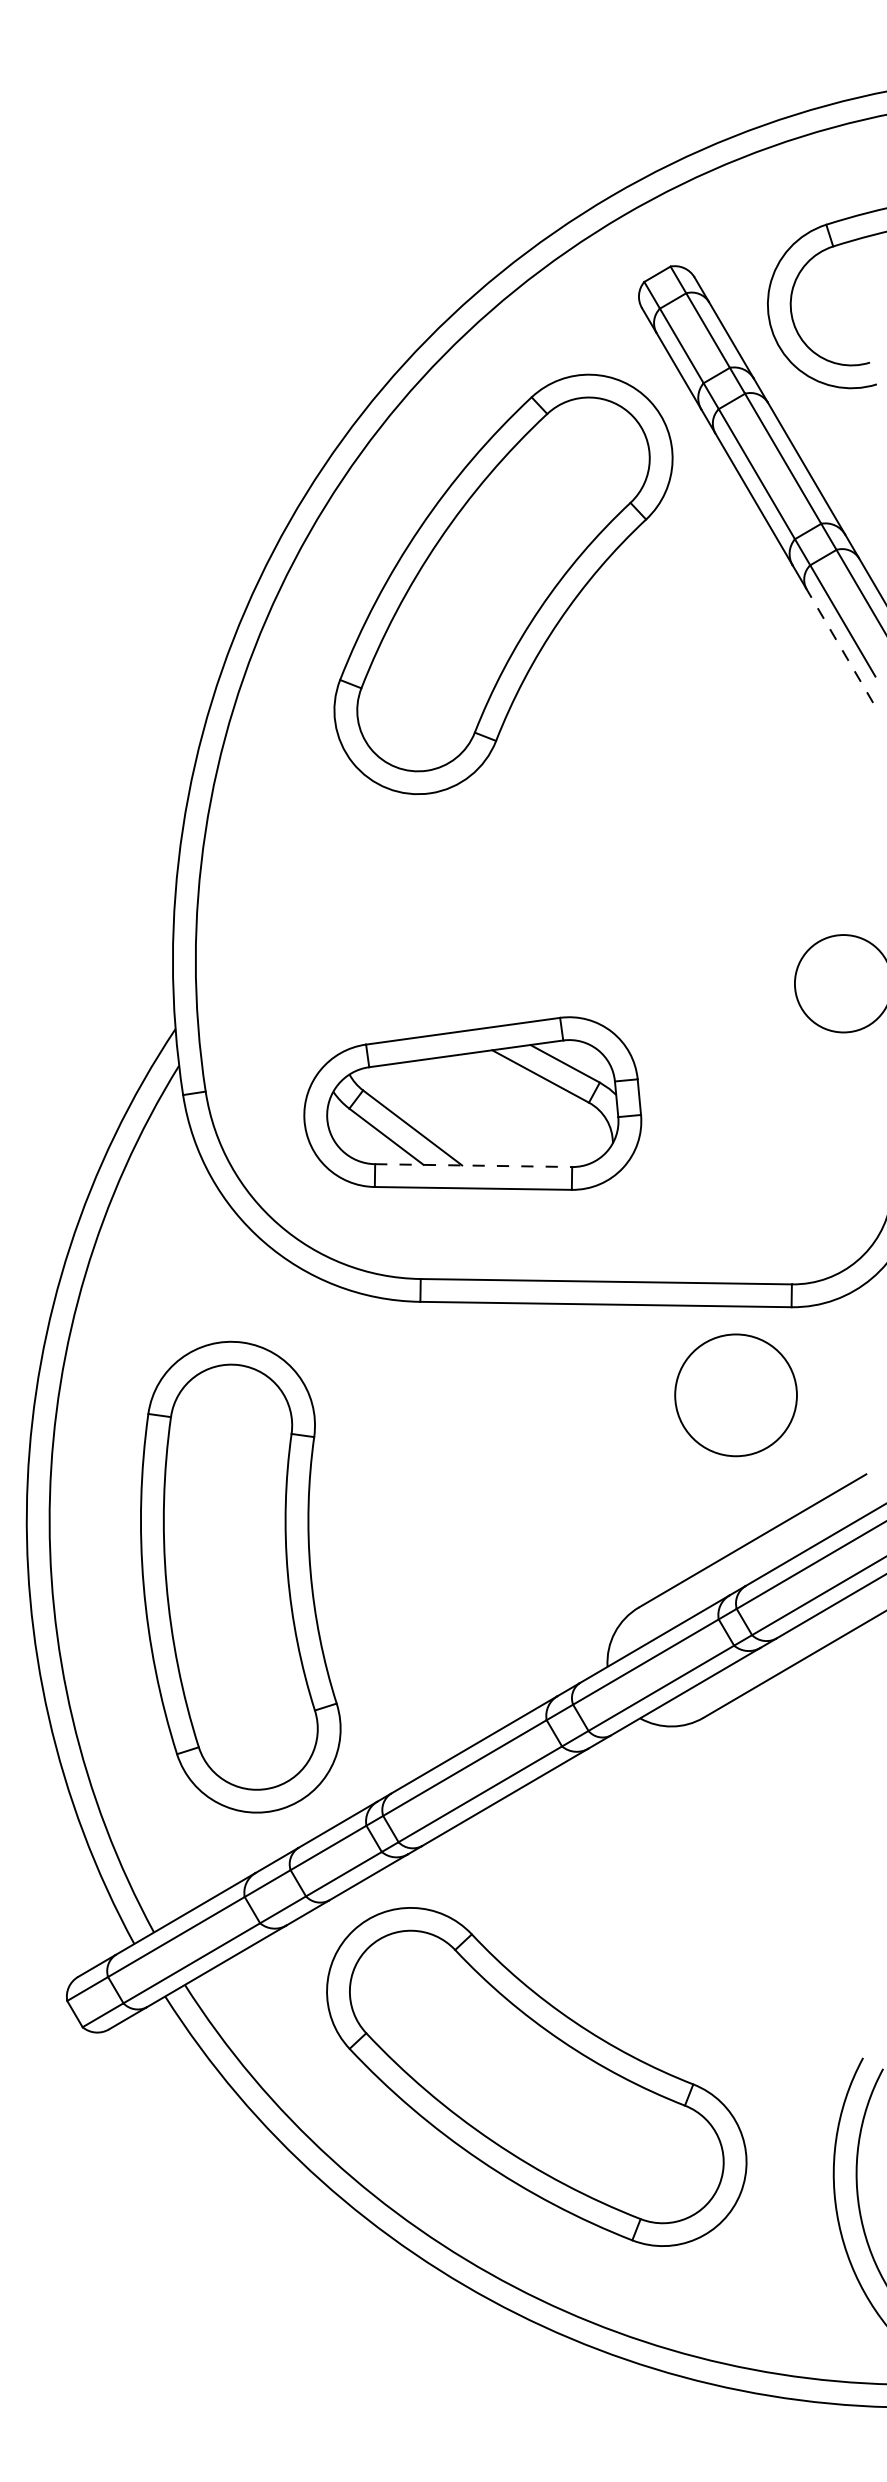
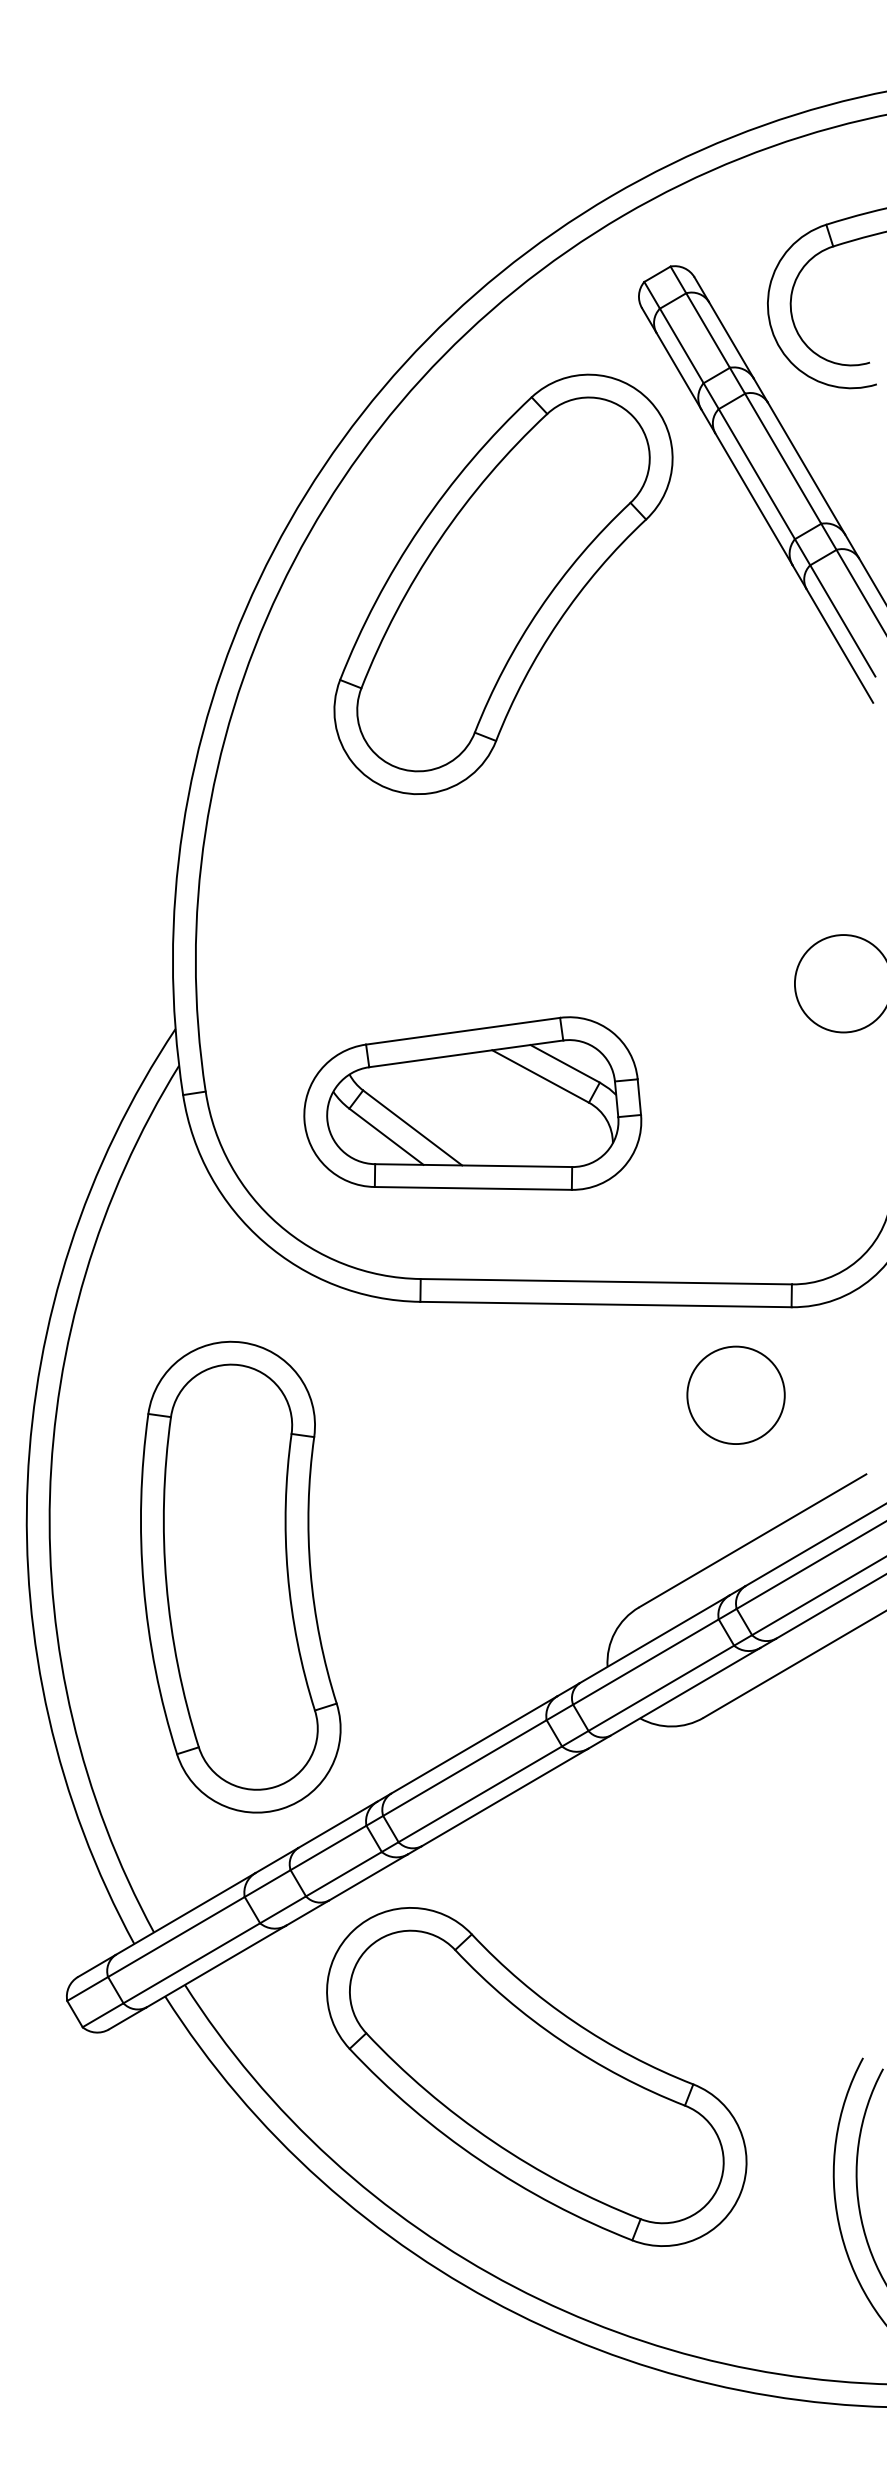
line at (839, 645): dashed -> solid
line at (473, 1165): dashed -> solid
circle at (735, 1395) diameter: 122 px -> 97 px
